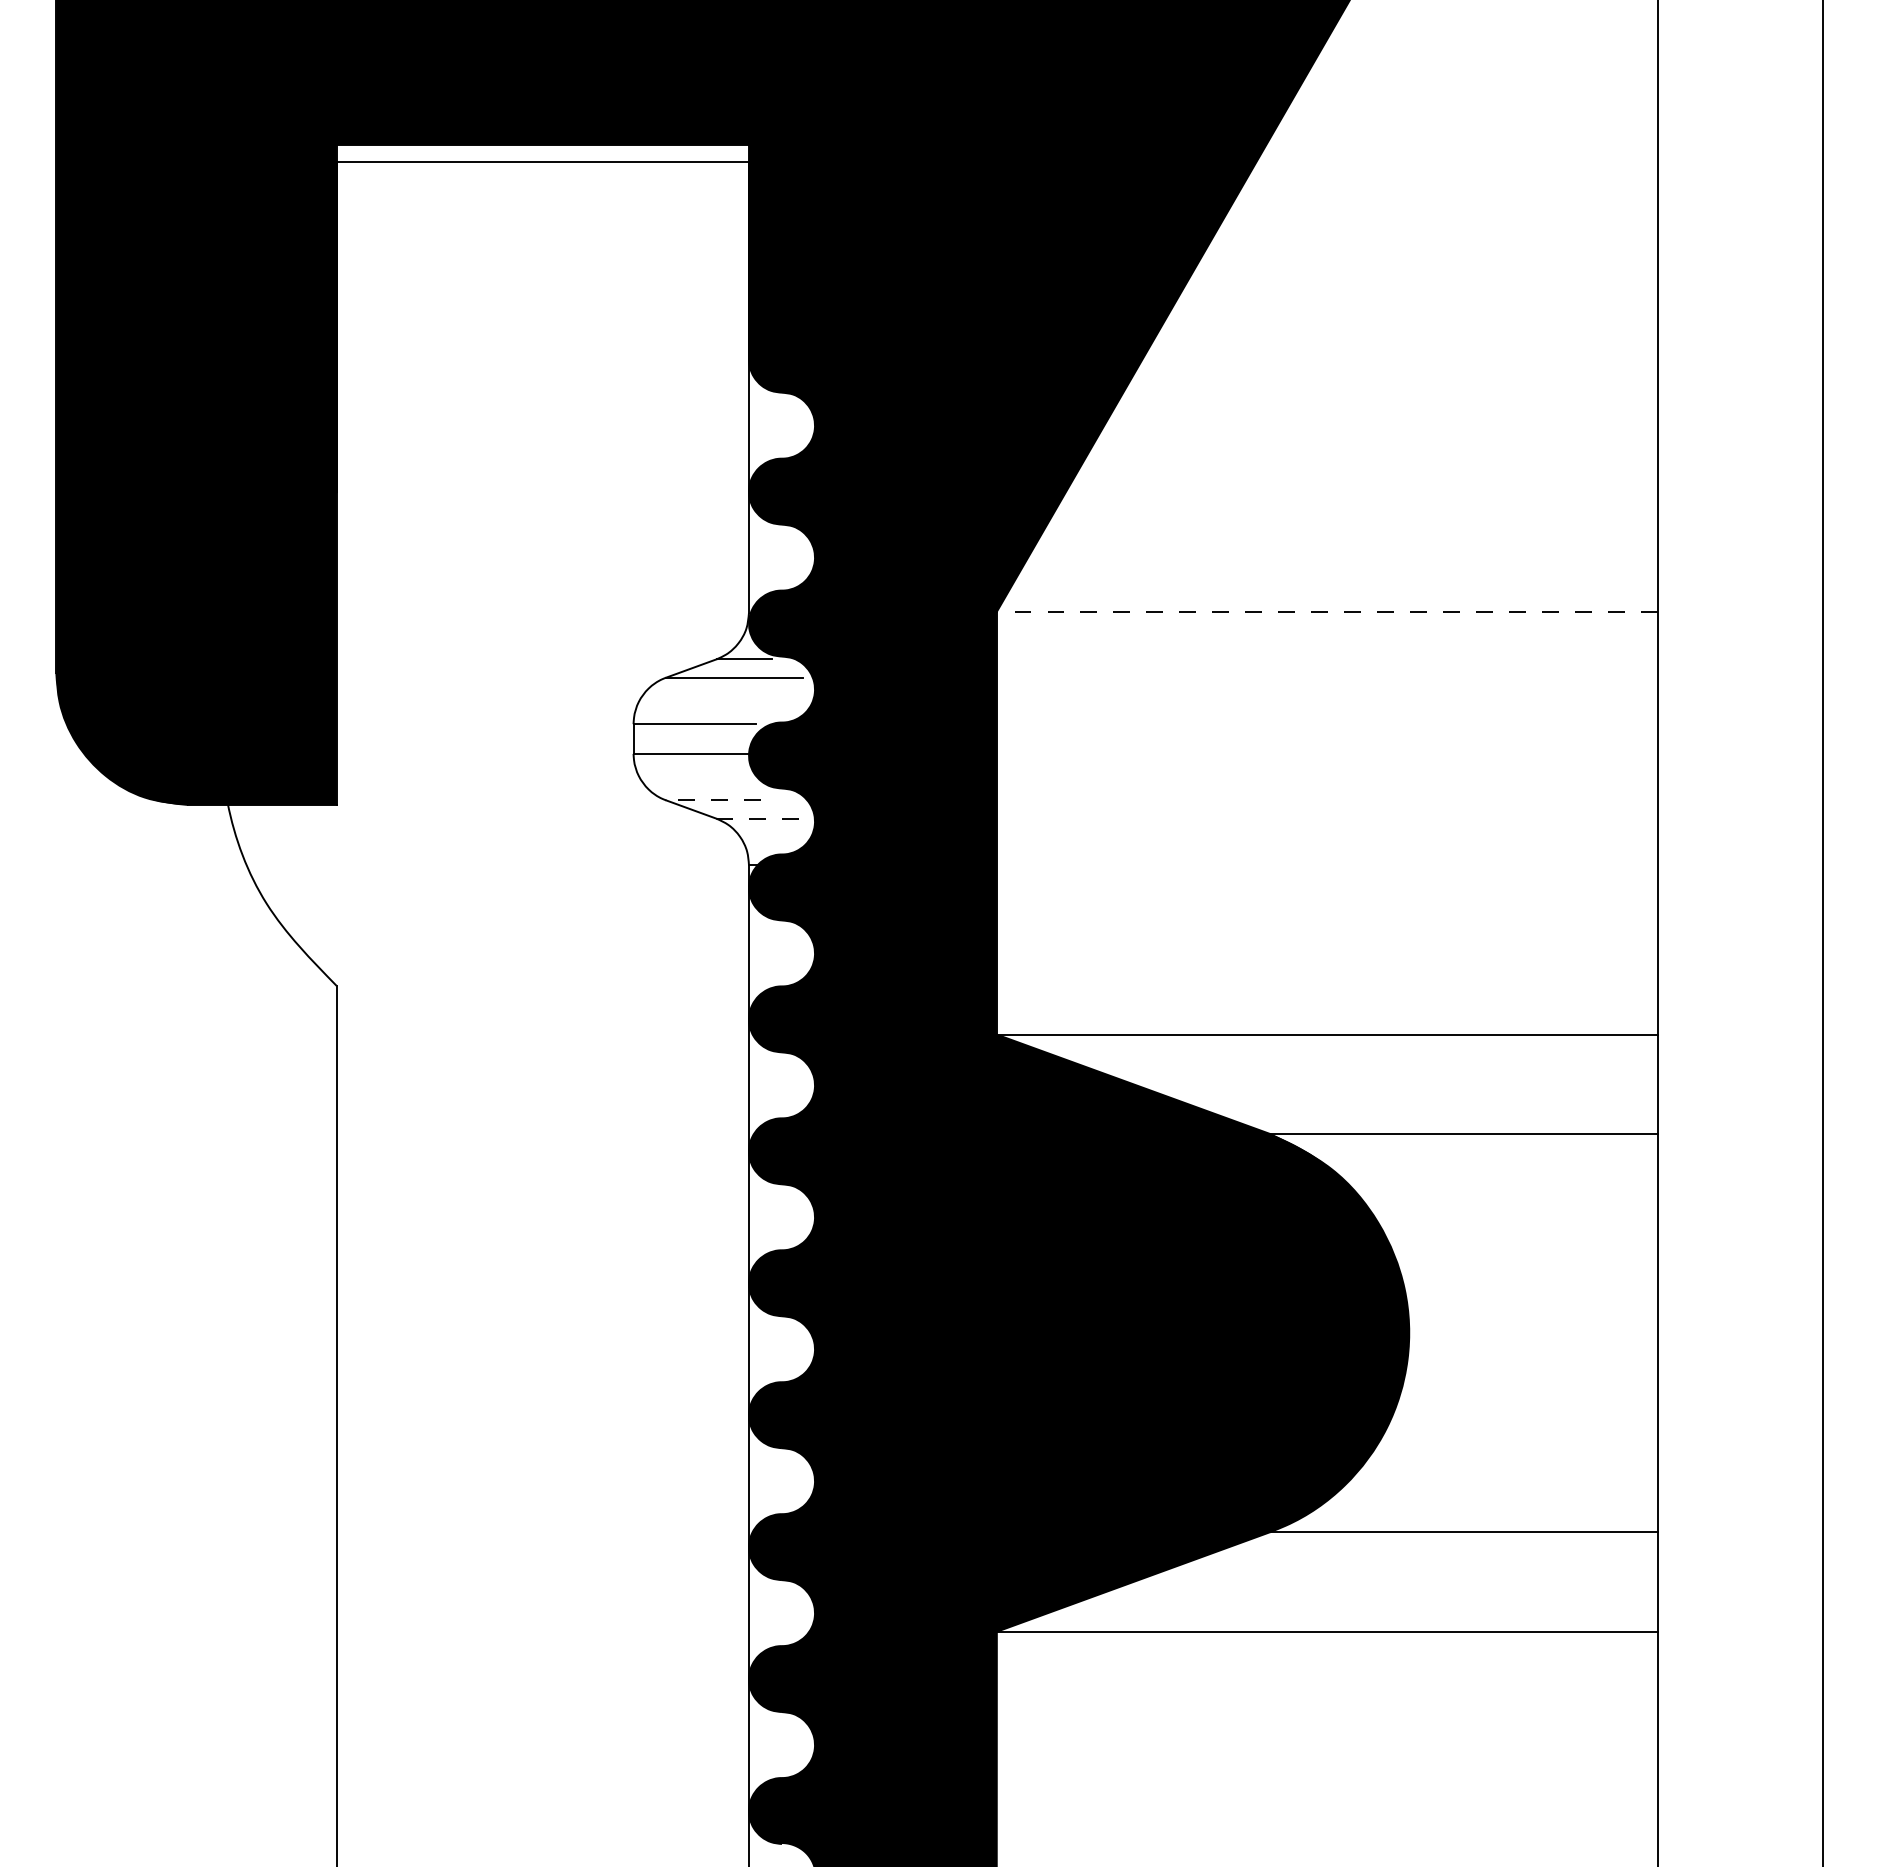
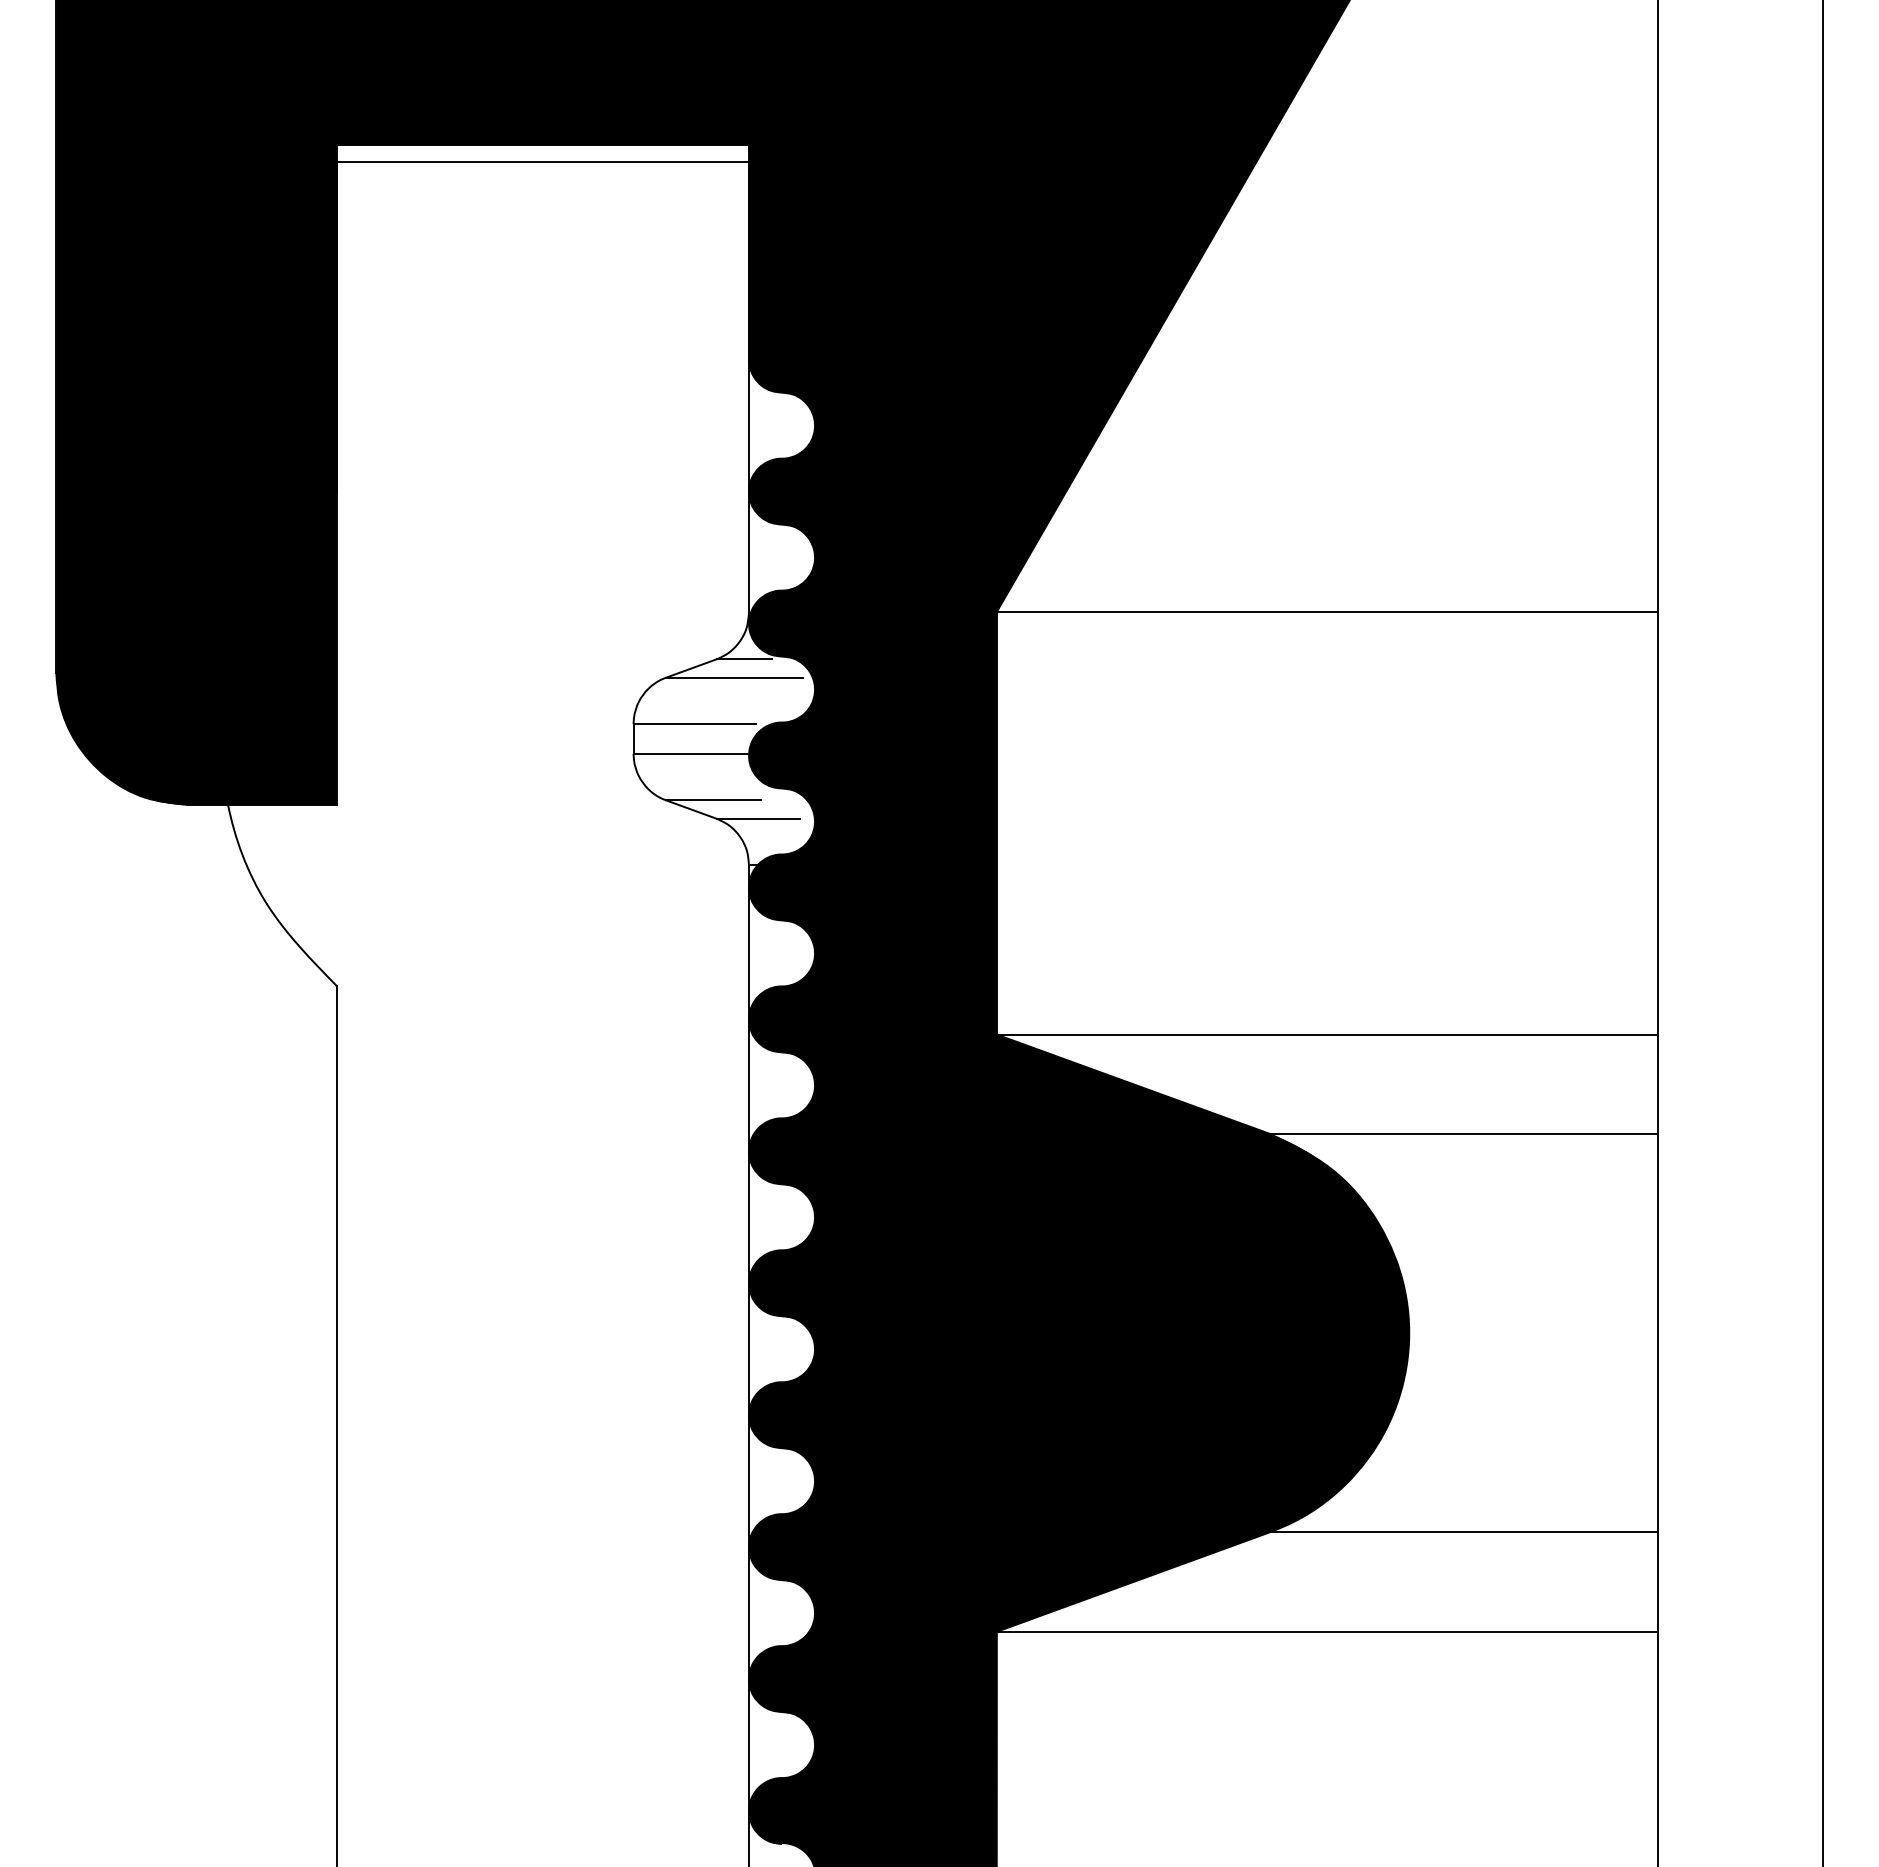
line at (1327, 612): dashed -> solid
line at (712, 800): dashed -> solid
line at (758, 818): dashed -> solid
